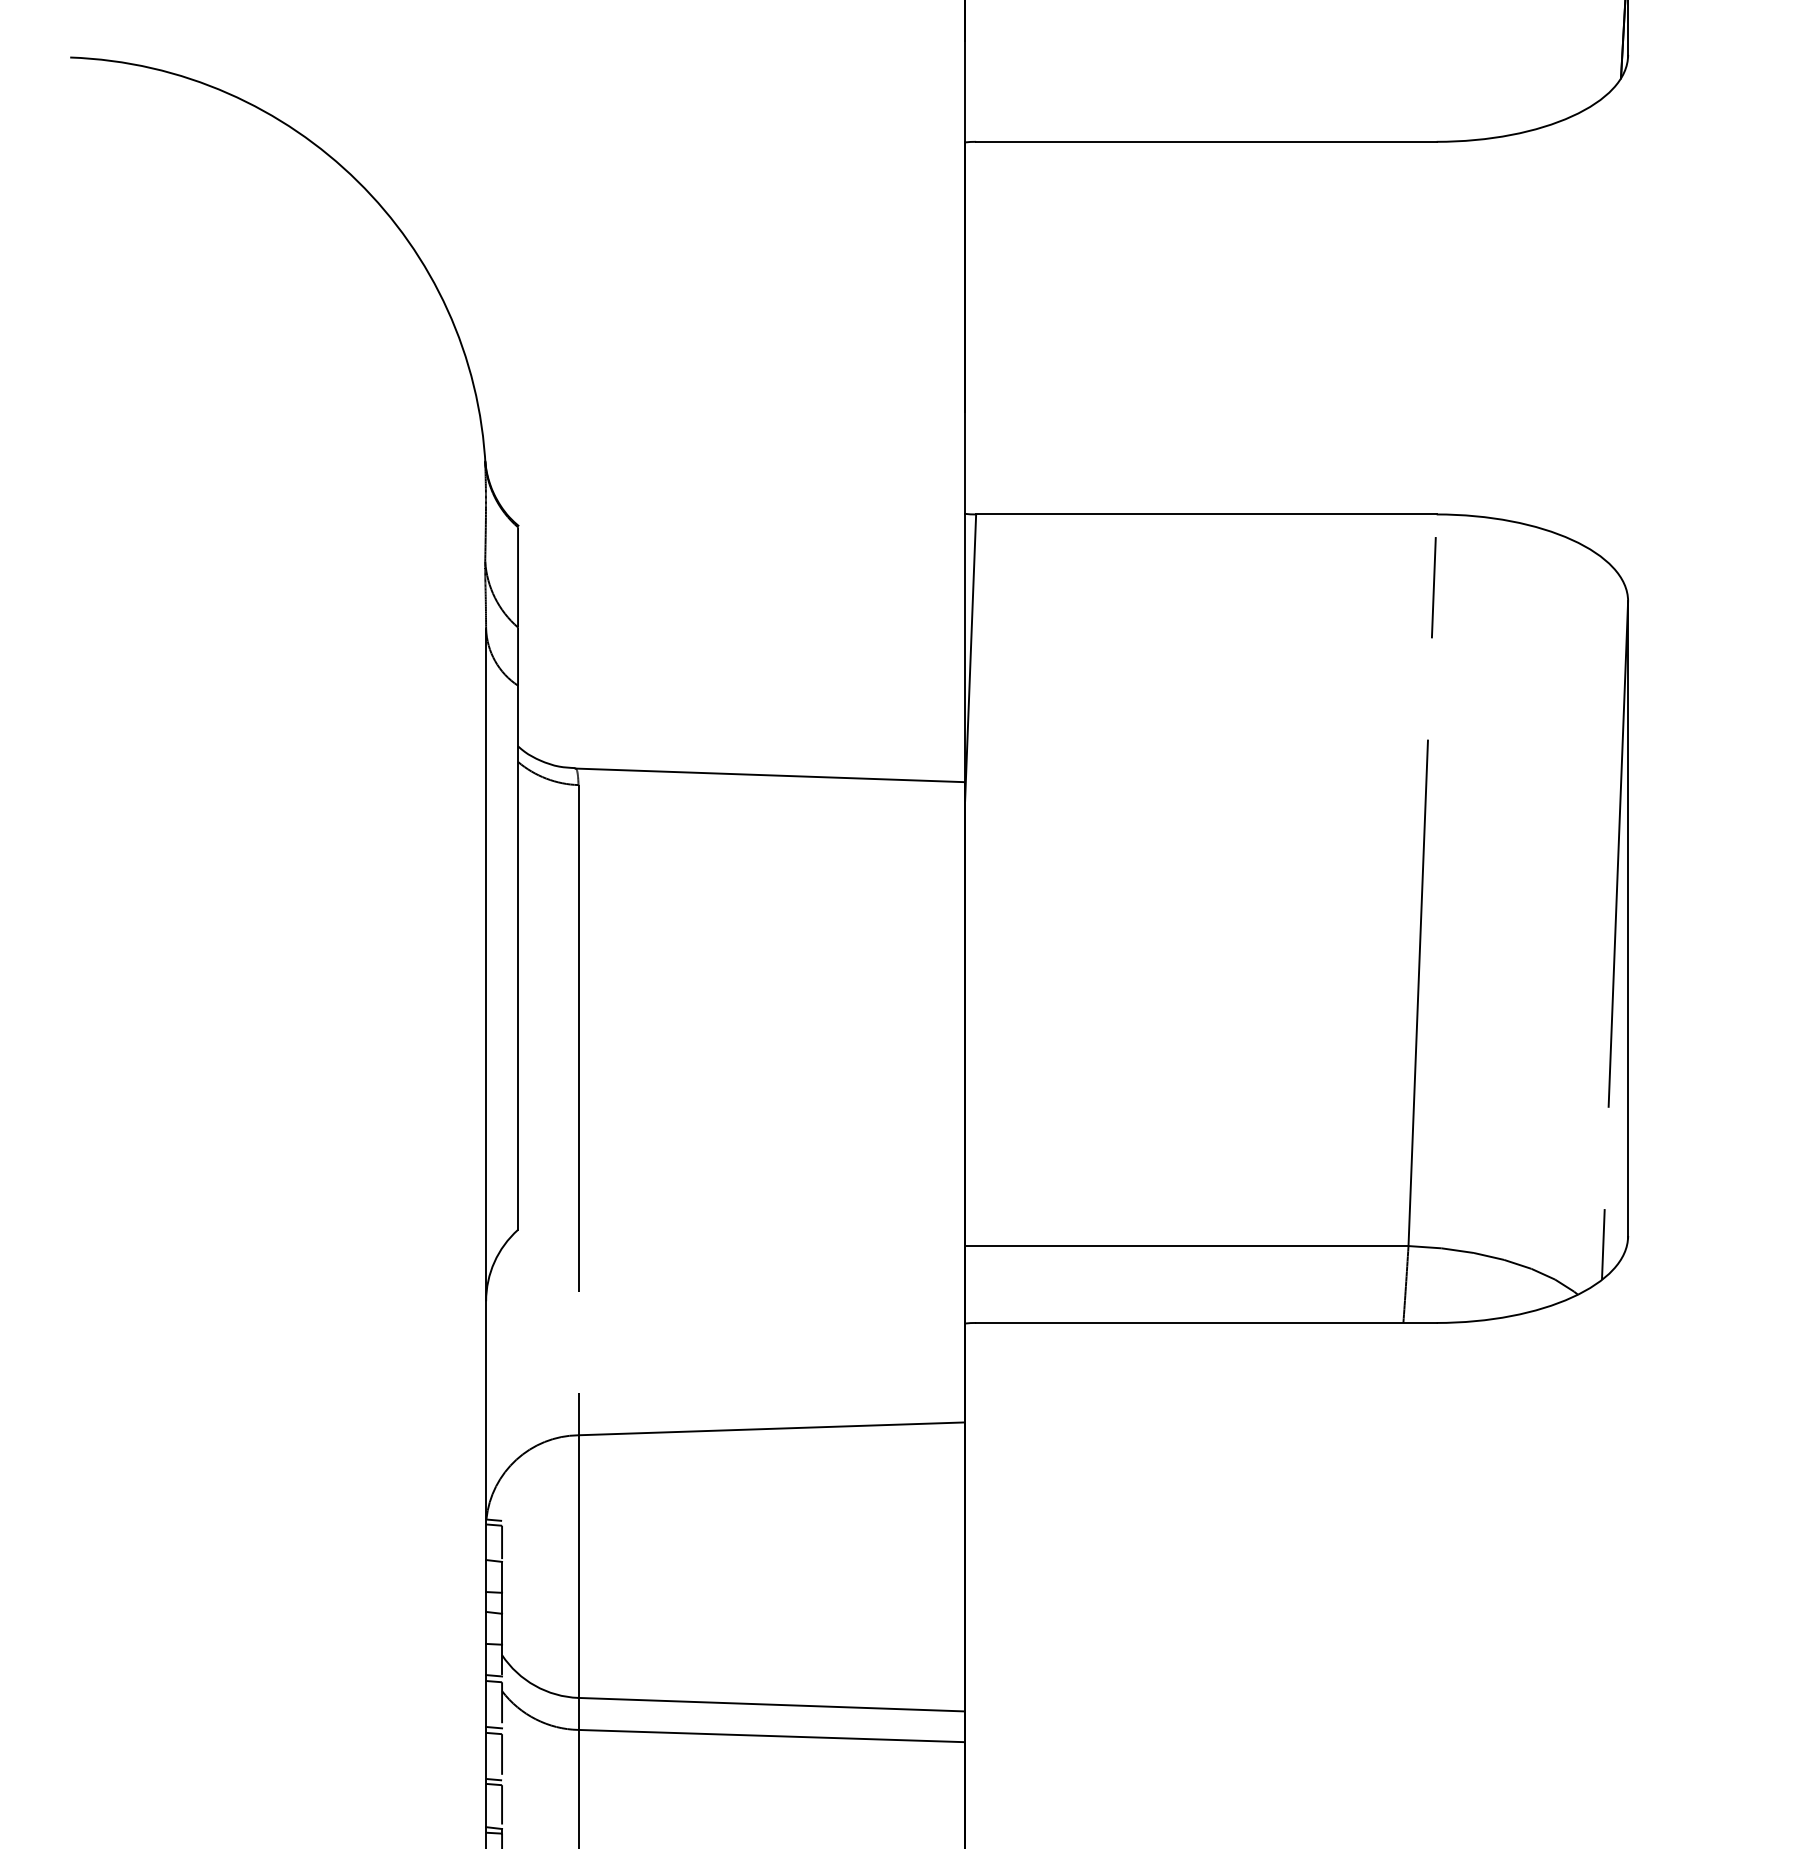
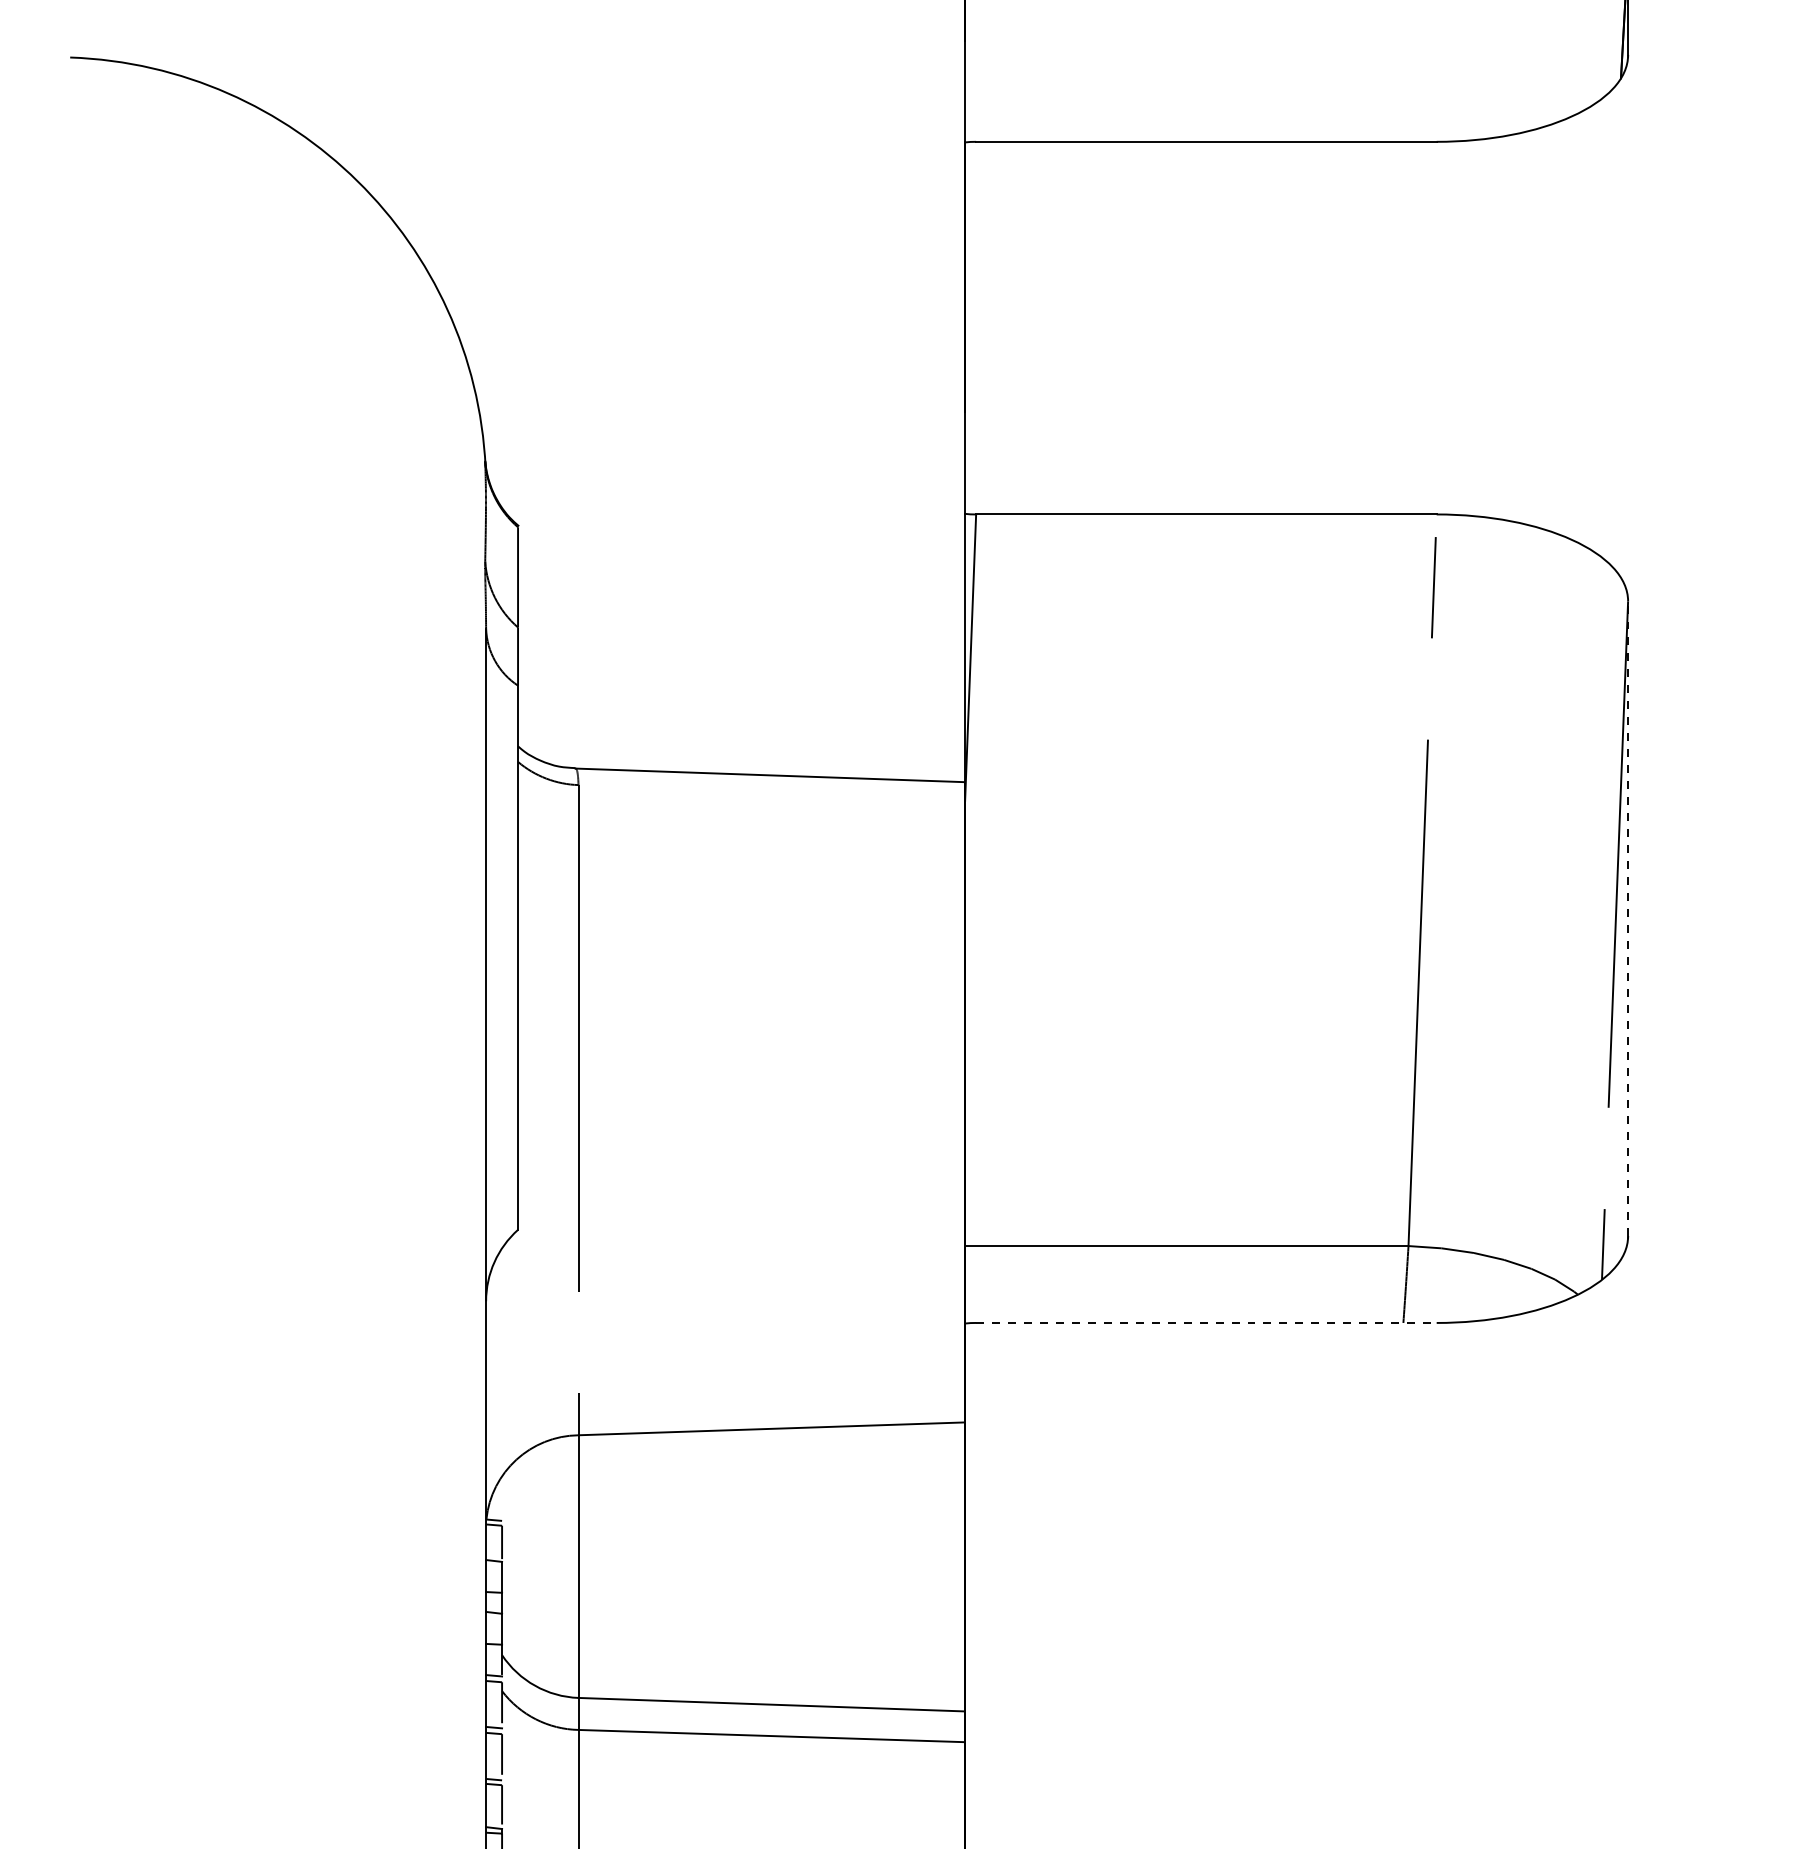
line at (1628, 918): solid -> dashed
line at (1206, 1322): solid -> dashed
